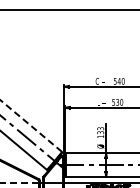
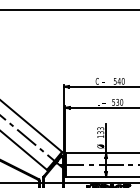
line at (30, 125): dashed -> solid
line at (19, 182): dashed -> solid
